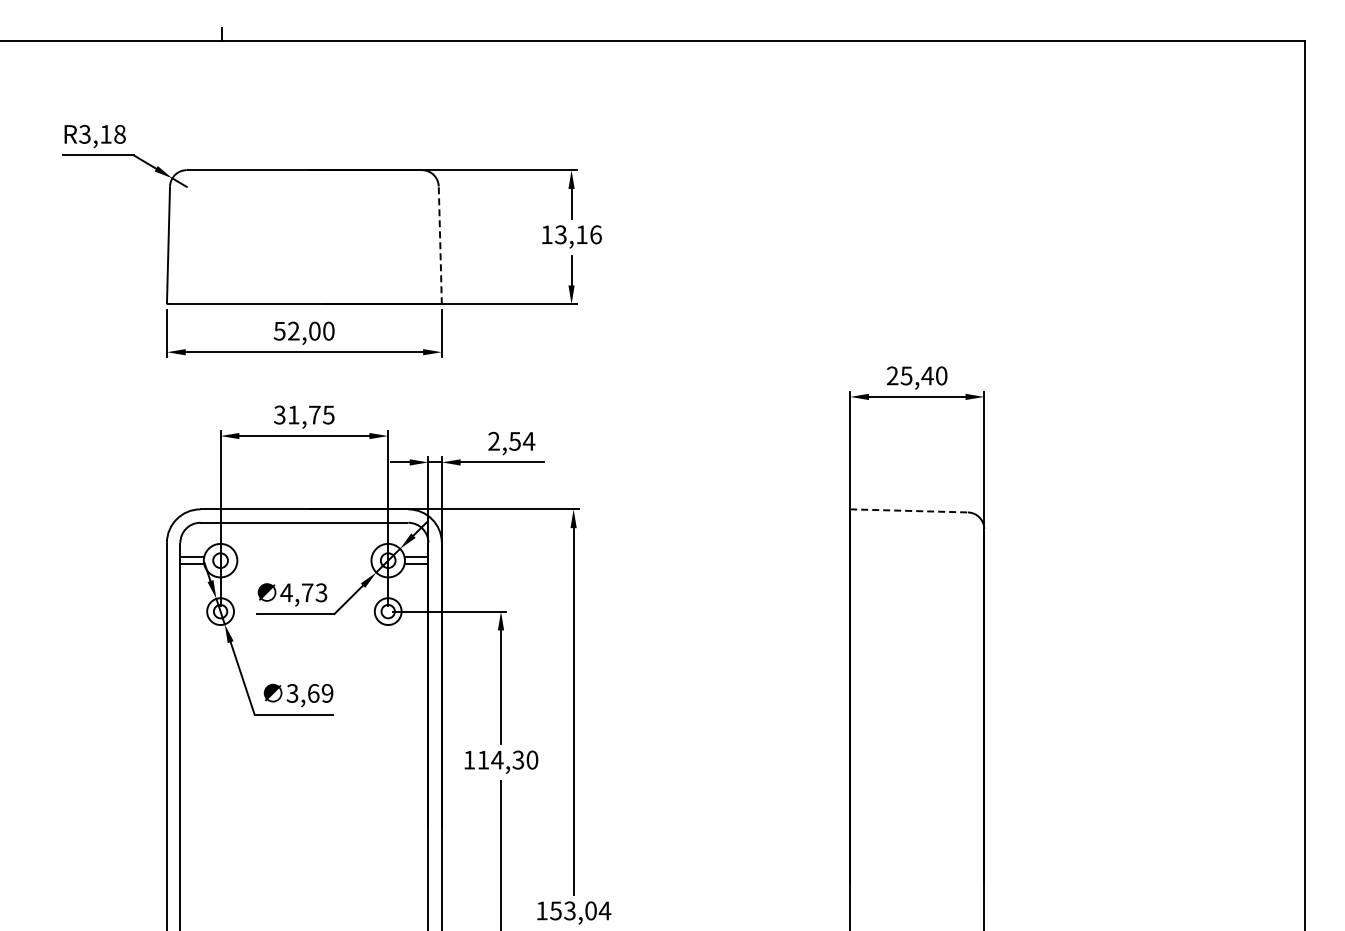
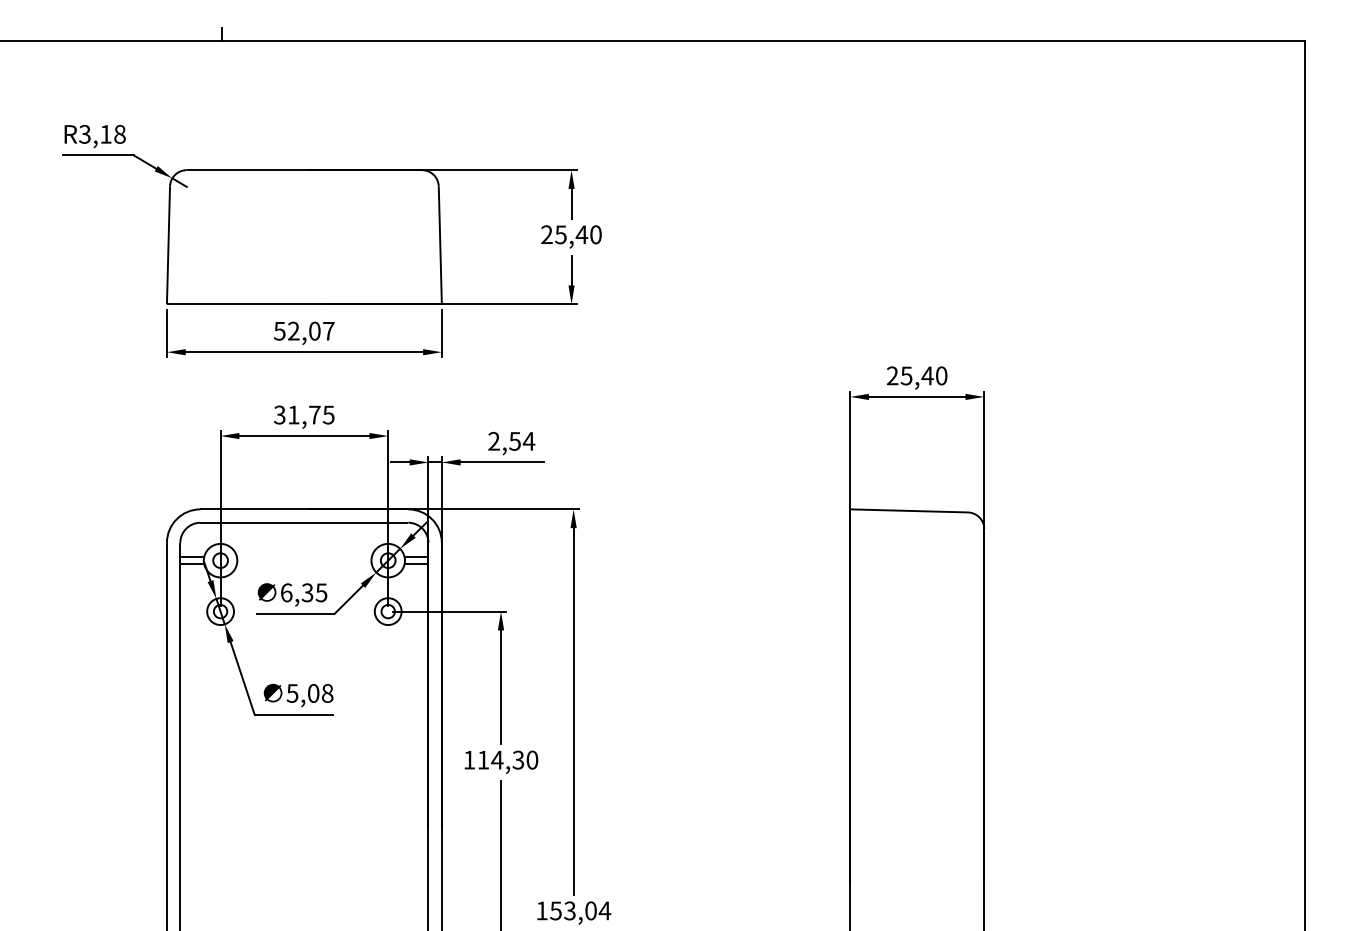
text at (571, 234): 13,16 -> 25,40
line at (440, 245): dashed -> solid
text at (328, 330): 52,00 -> 52,07
line at (909, 510): dashed -> solid
text at (303, 592): 4,73 -> 6,35
text at (310, 693): 3,69 -> 5,08
